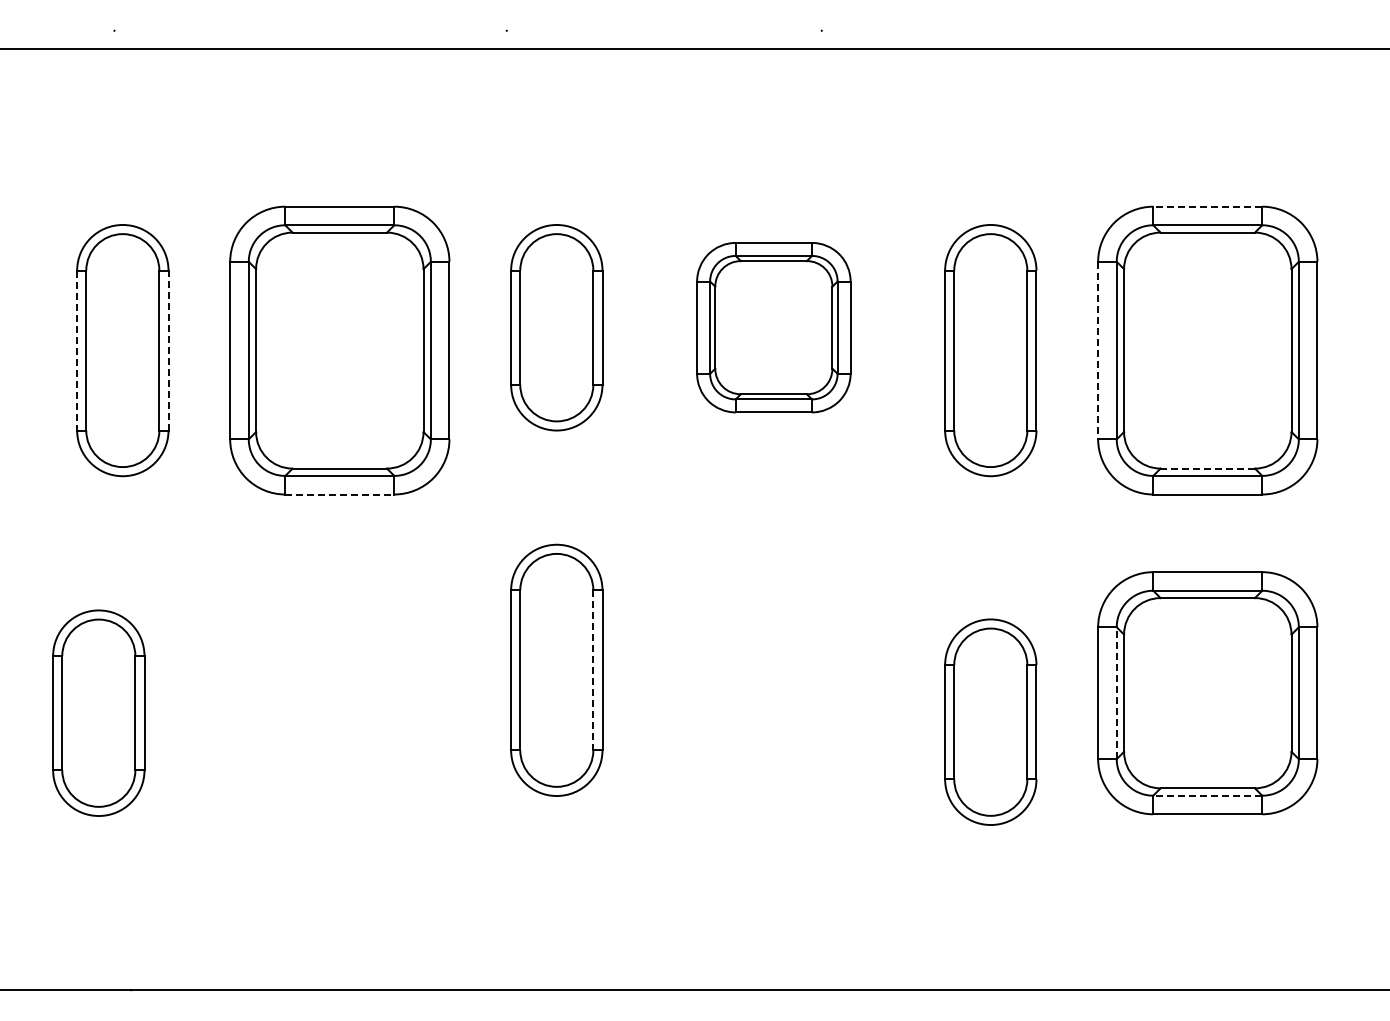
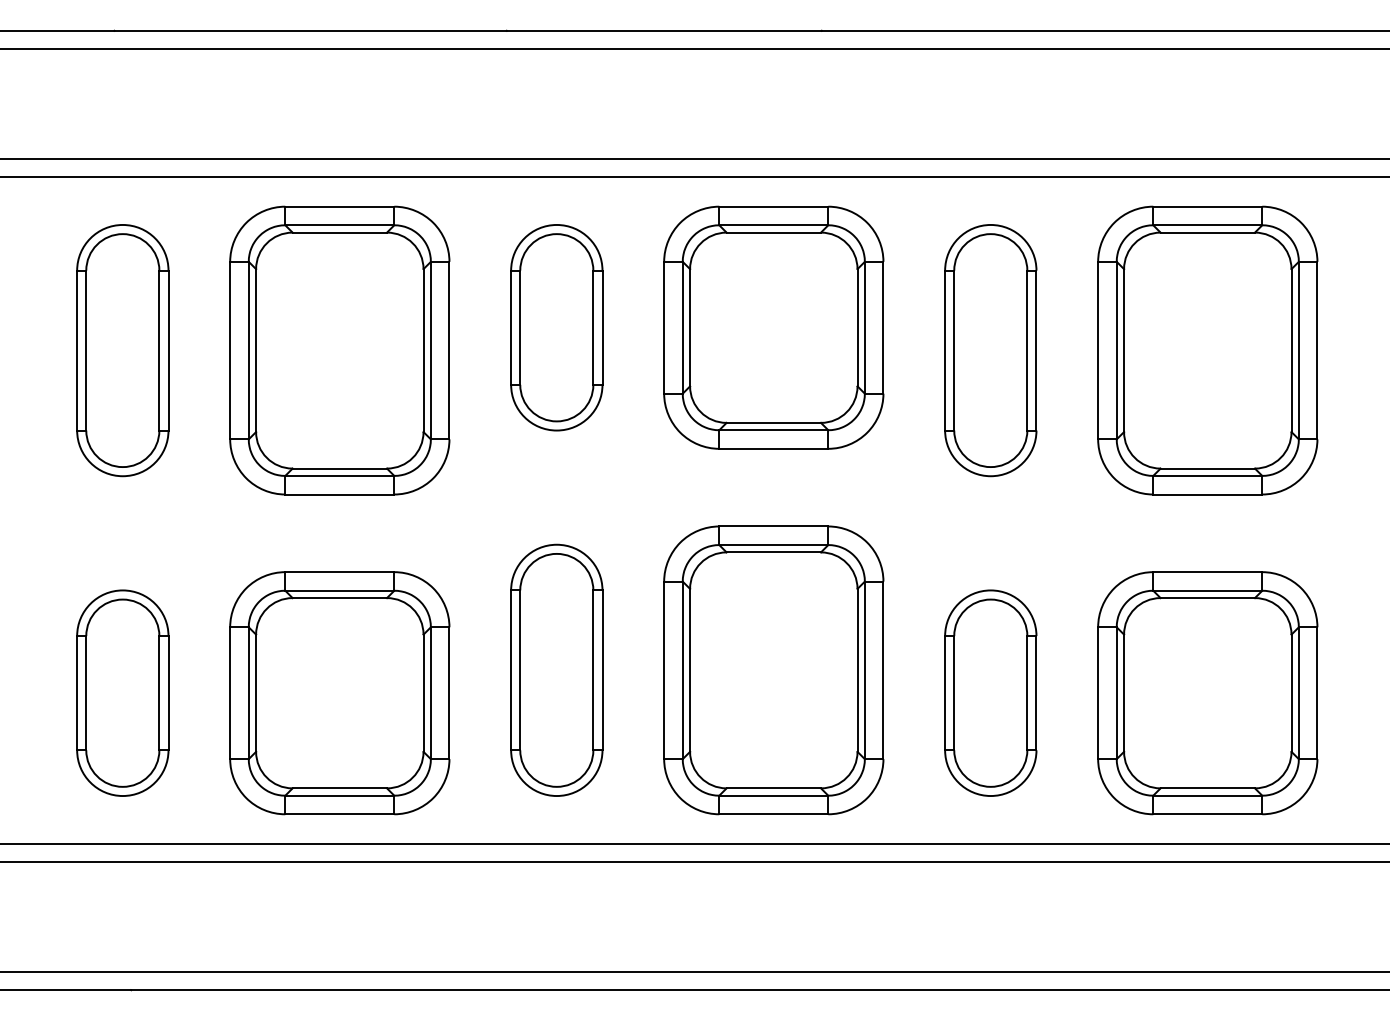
line at (694, 30): none -> present
line at (694, 158): none -> present
line at (694, 177): none -> present
line at (1207, 206): dashed -> solid
part at (773, 327) size: 156x172 px -> 222x245 px
line at (77, 350): dashed -> solid
line at (168, 350): dashed -> solid
line at (1098, 350): dashed -> solid
line at (1207, 468): dashed -> solid
line at (339, 494): dashed -> solid
line at (593, 670): dashed -> solid
part at (773, 670): none -> present
part at (339, 693): none -> present
line at (1116, 693): dashed -> solid
part at (98, 712) position: (98, 712) -> (122, 692)
part at (990, 721) position: (990, 721) -> (990, 692)
line at (1207, 795): dashed -> solid
line at (694, 843): none -> present
line at (694, 862): none -> present
line at (694, 971): none -> present
